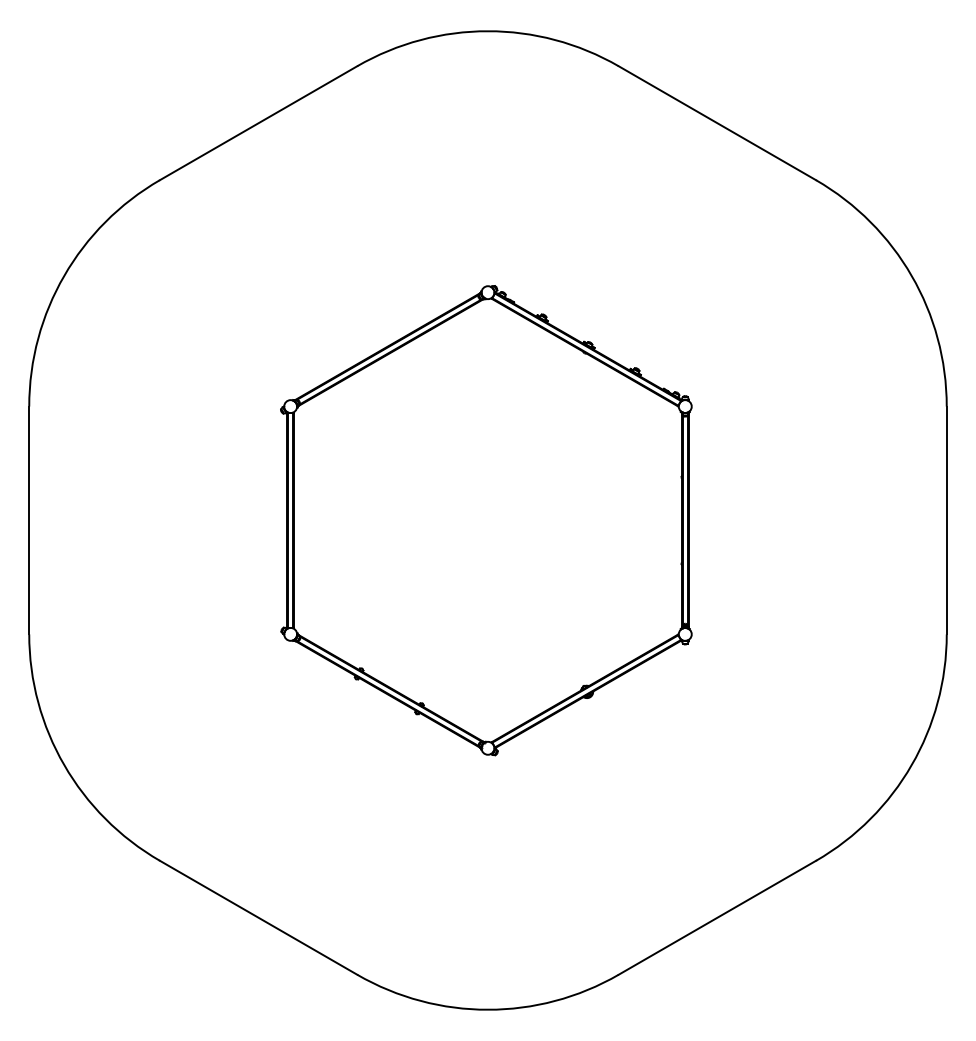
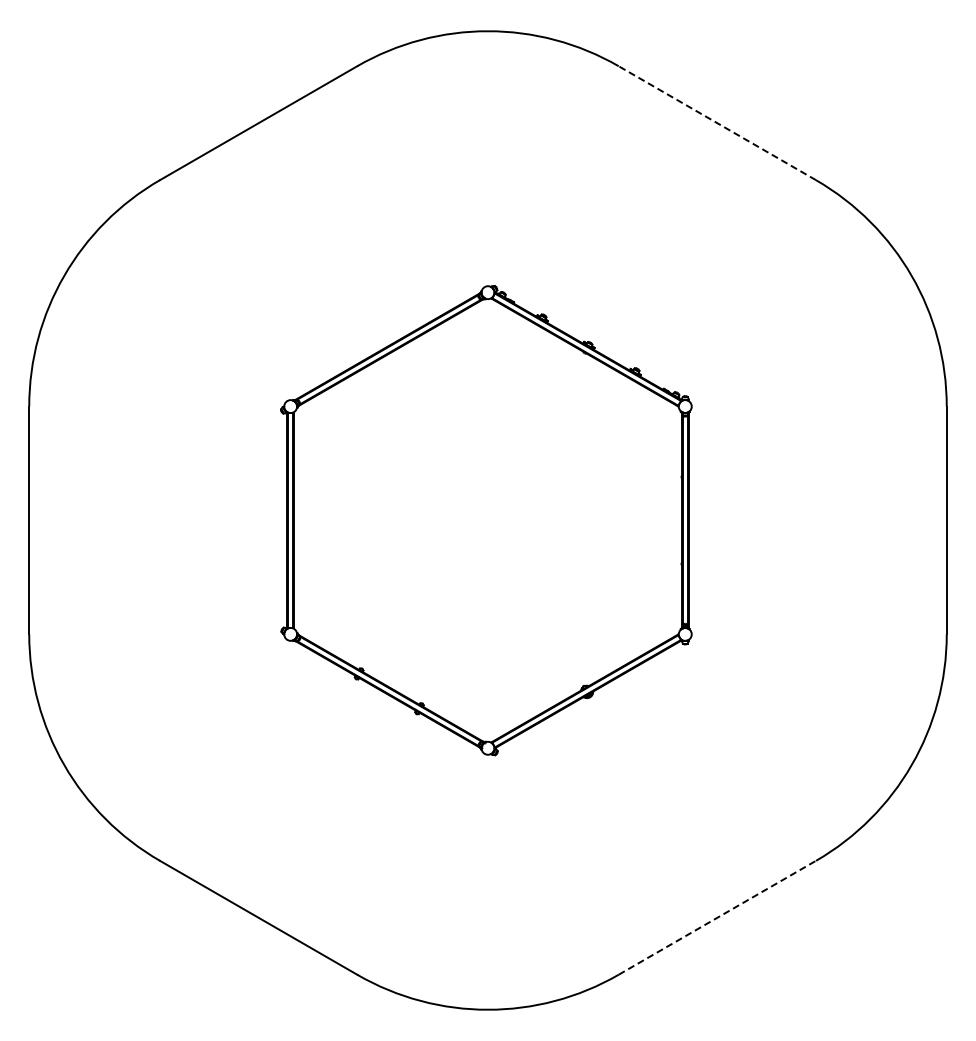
line at (717, 123): solid -> dashed
line at (717, 917): solid -> dashed
